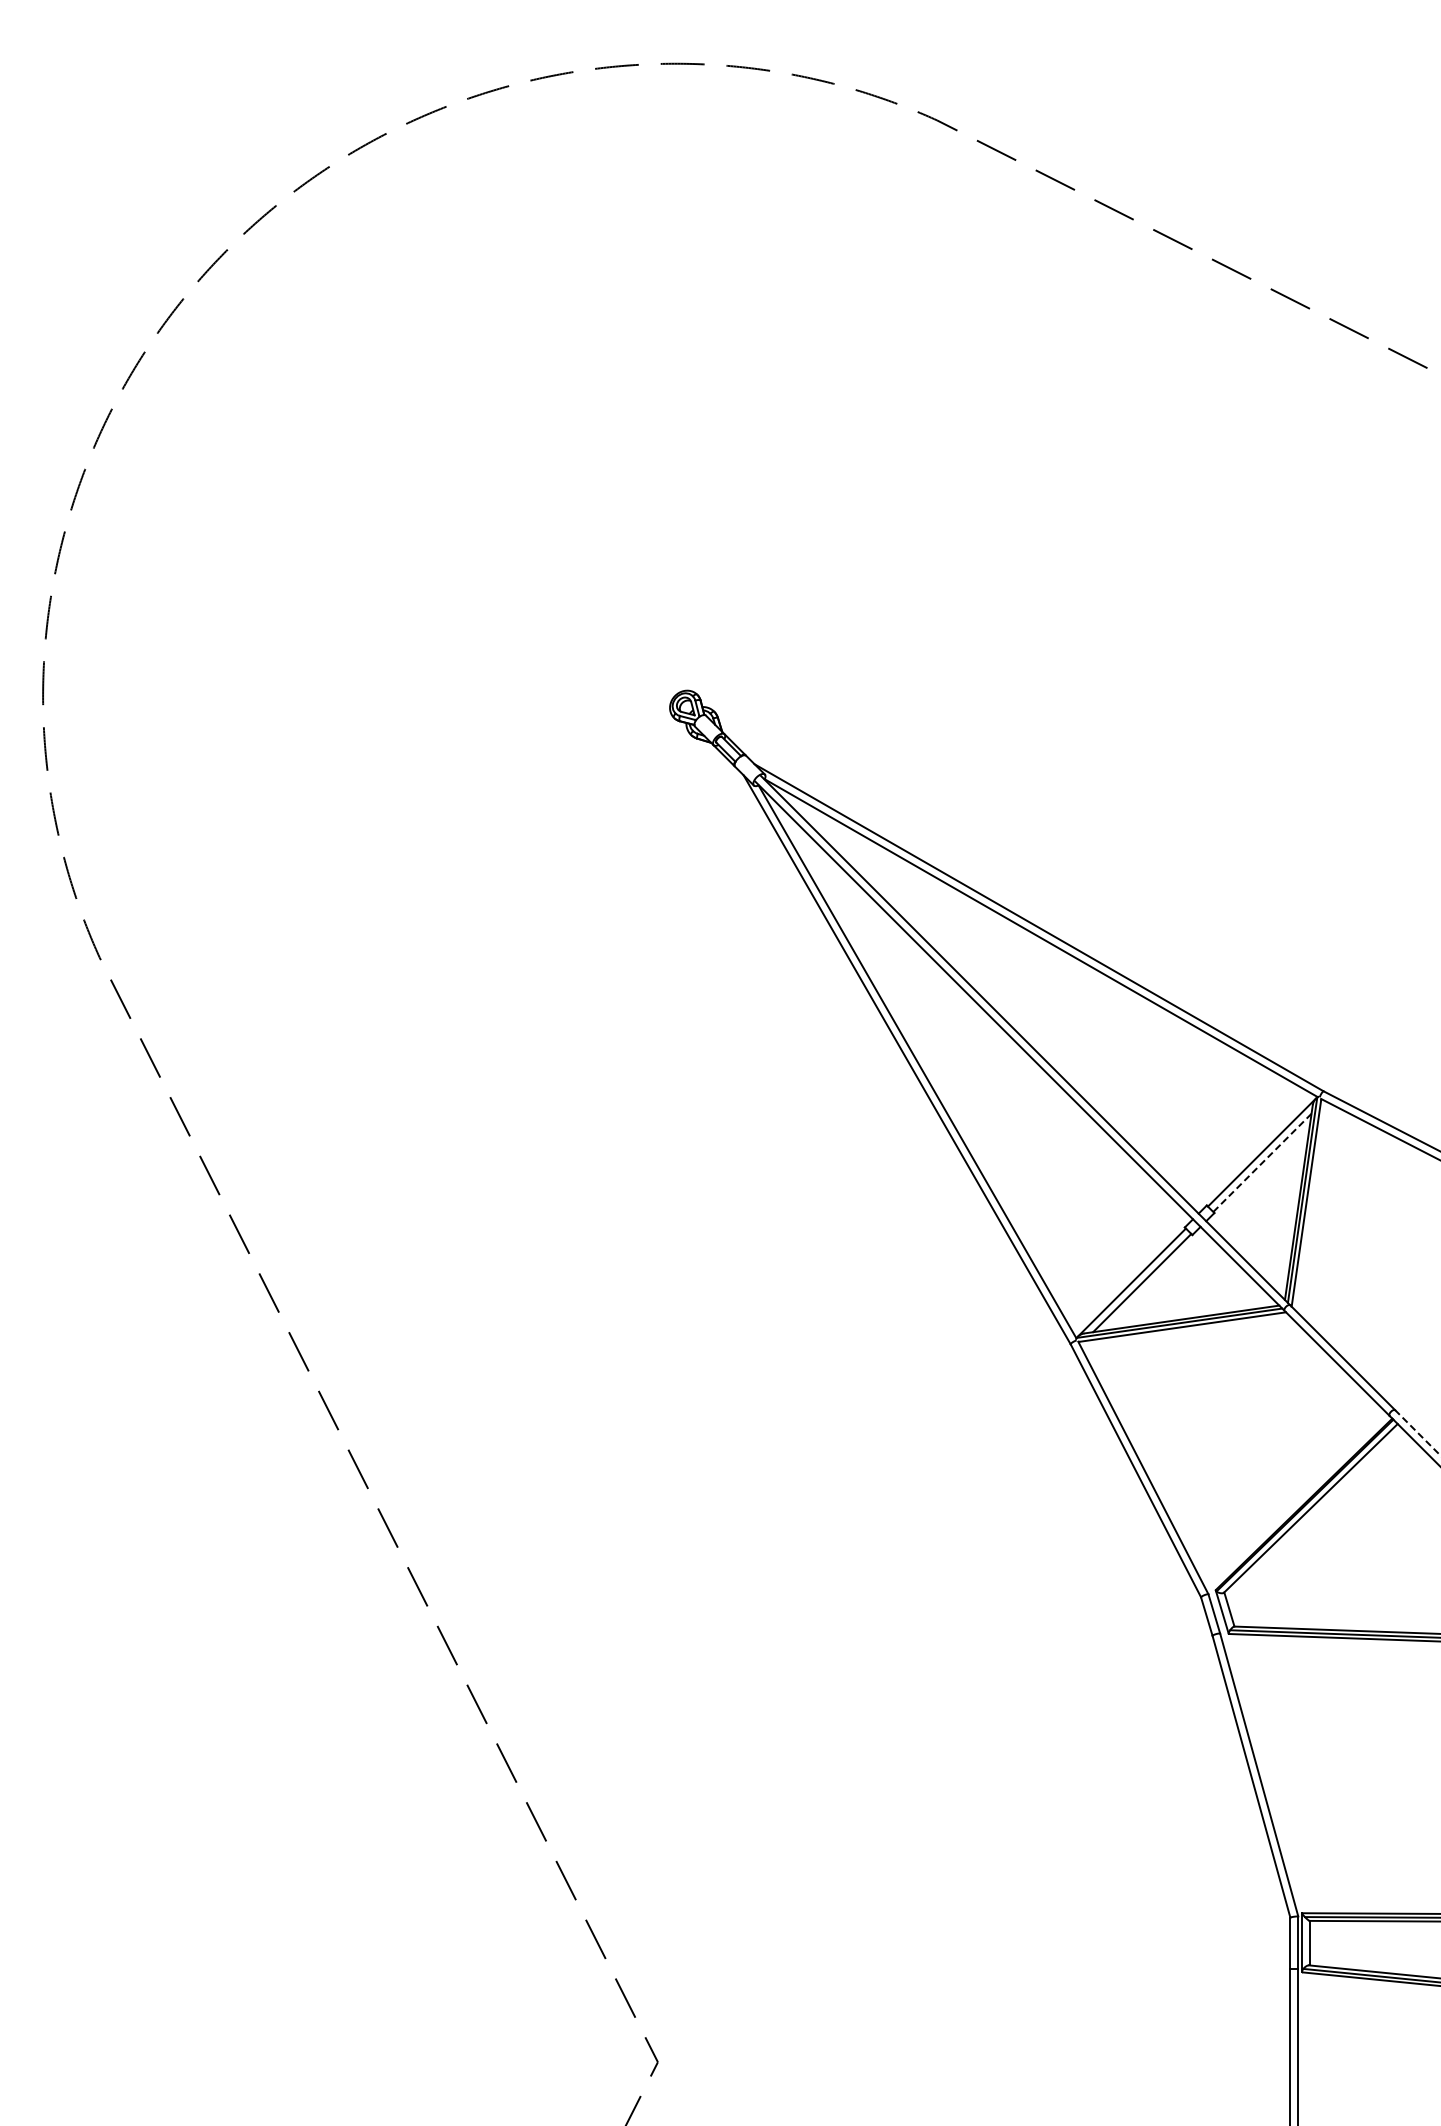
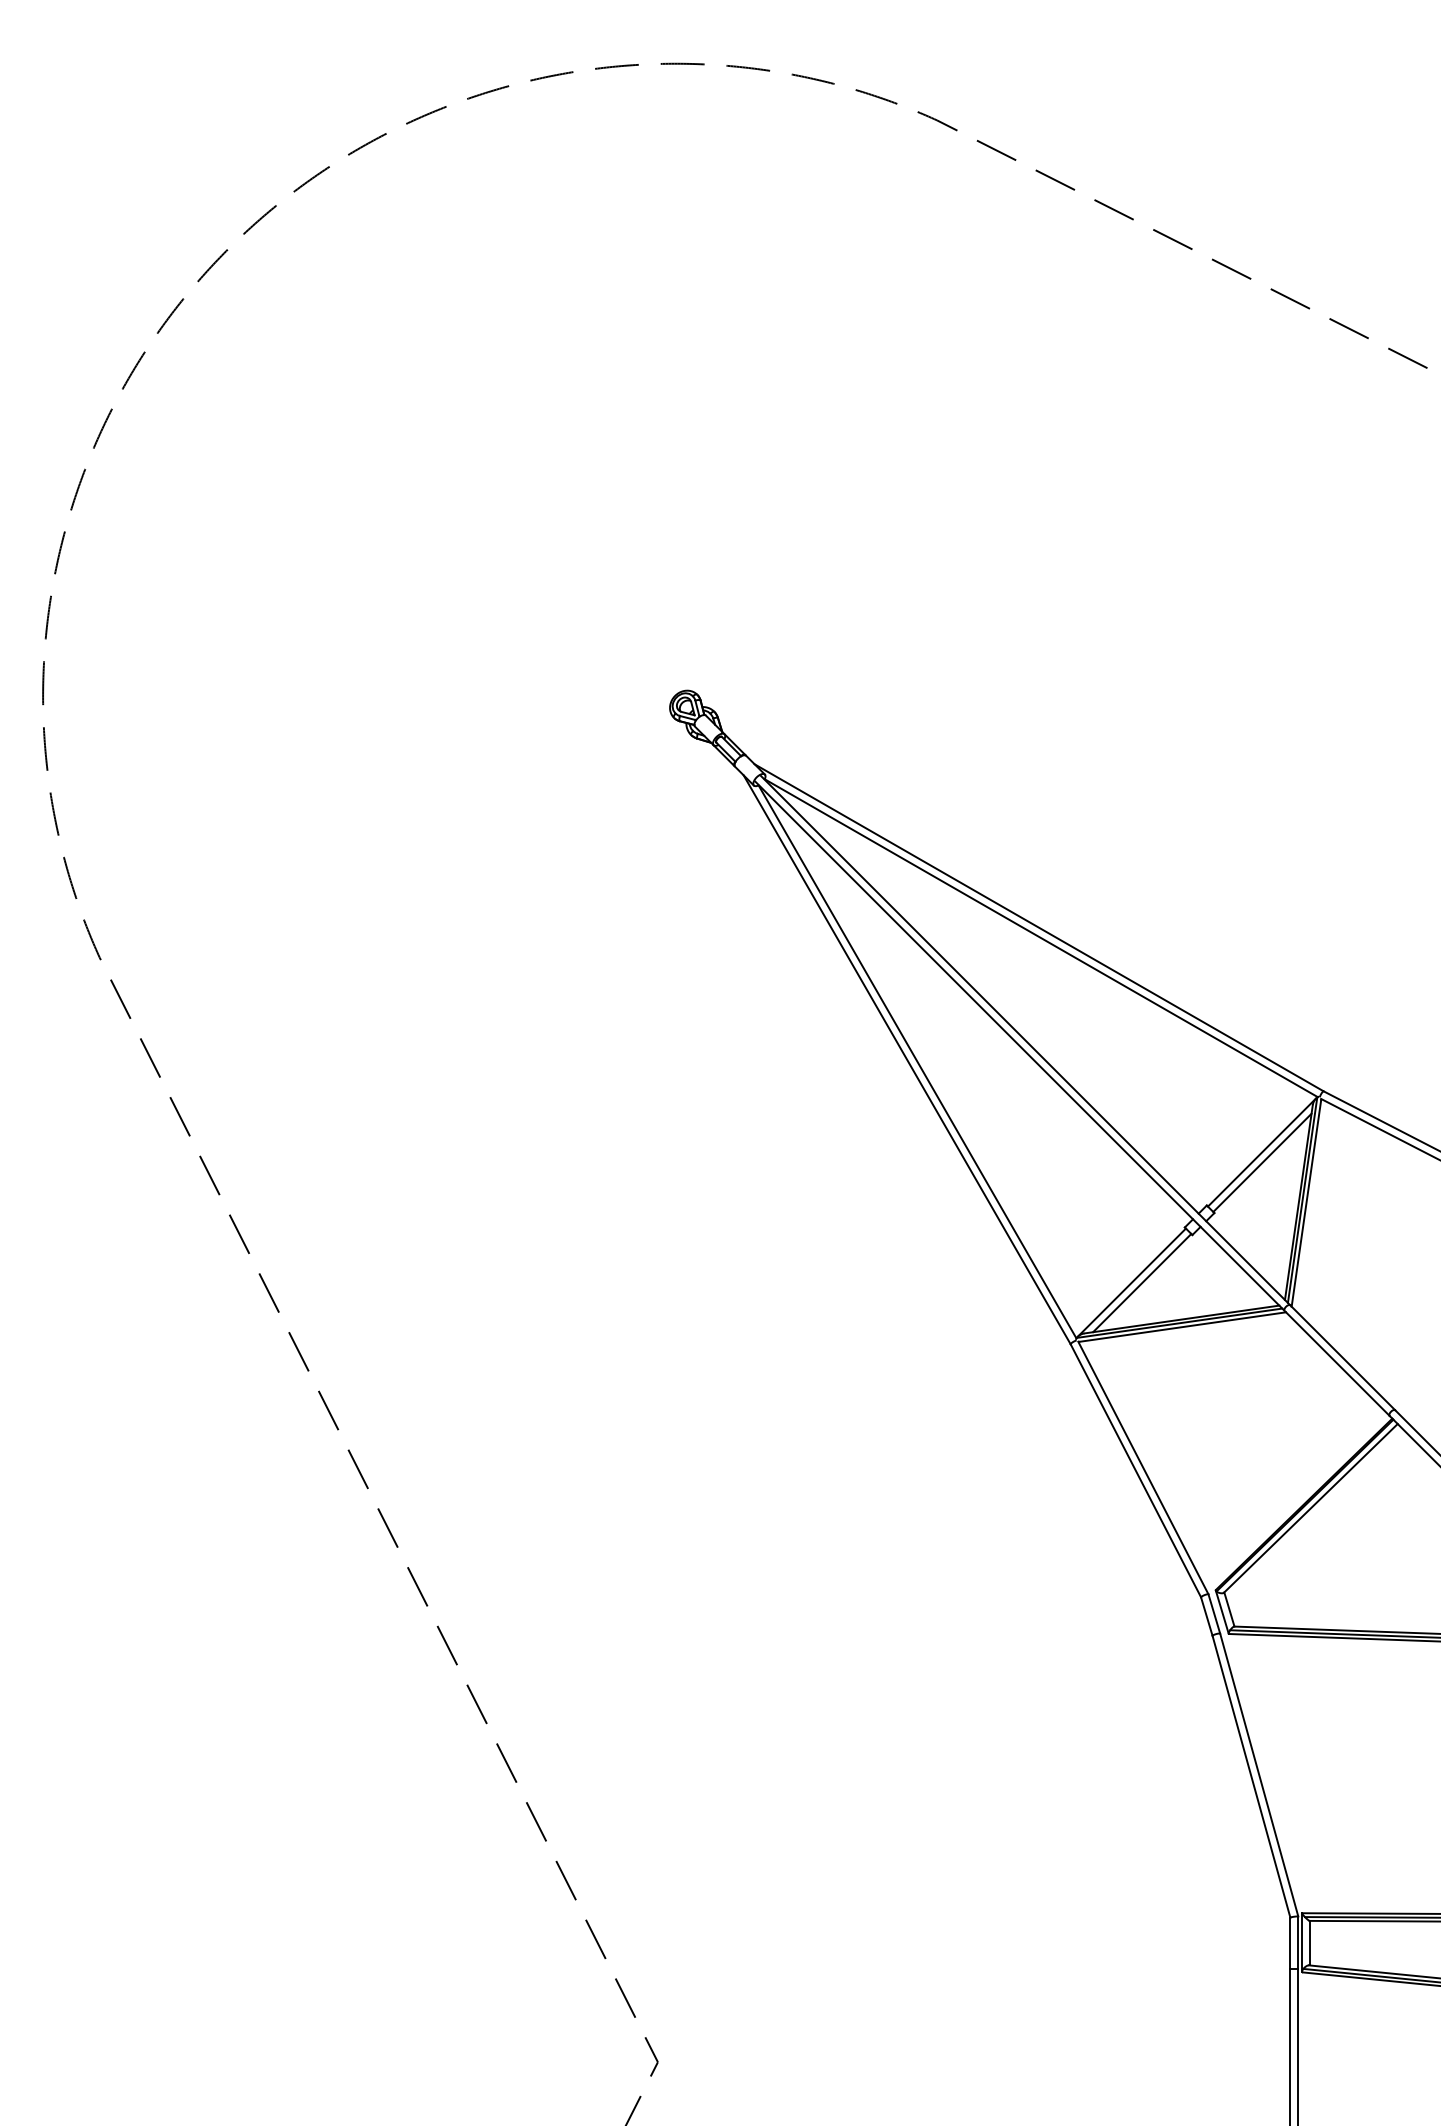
line at (1262, 1162): dashed -> solid
line at (1417, 1432): dashed -> solid
